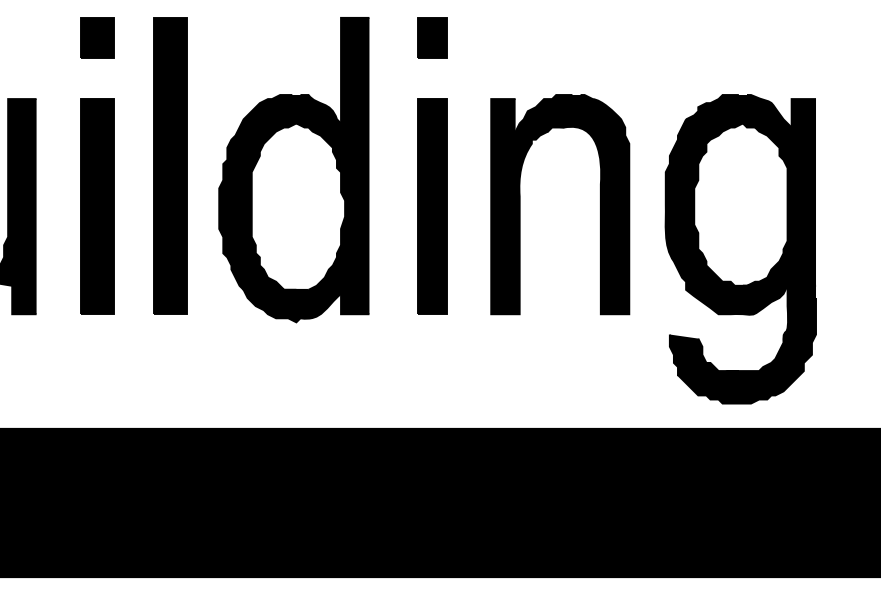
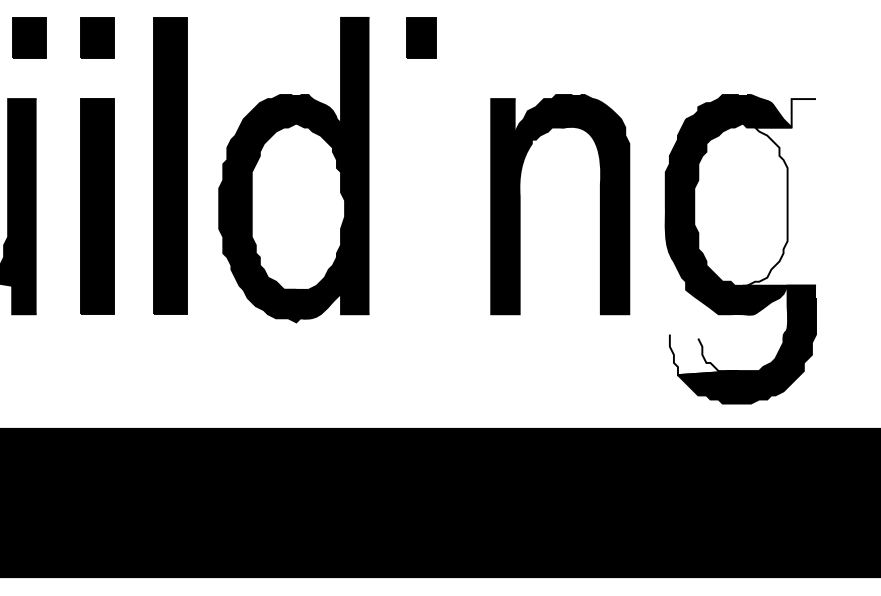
part at (29, 37): none -> present
part at (432, 37) position: (432, 37) -> (421, 37)
fill at (779, 192): present -> none
part at (432, 206): present -> none
fill at (703, 354): present -> none
